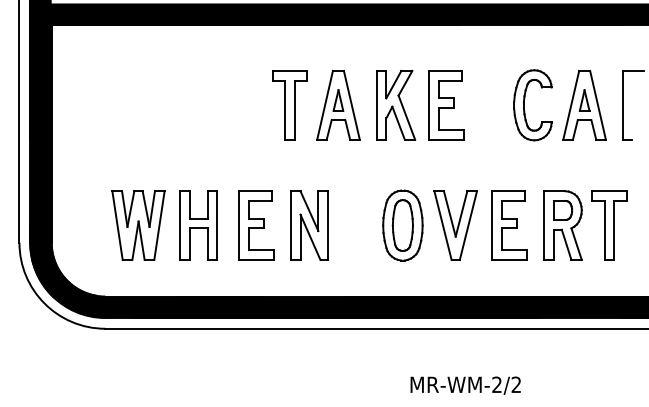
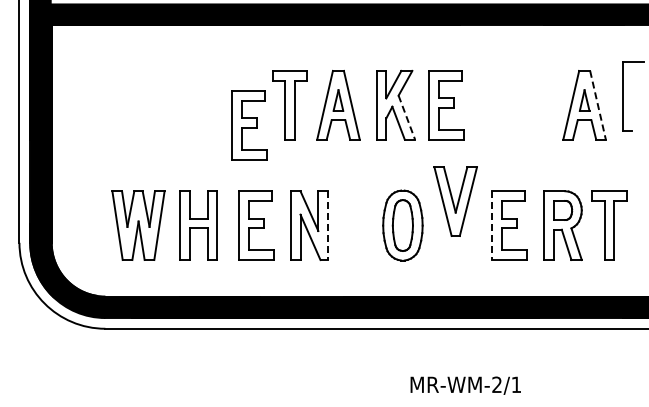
part at (524, 105): present -> none
line at (598, 105): solid -> dashed
part at (623, 105) position: (623, 105) -> (623, 96)
line at (406, 117): solid -> dashed
part at (249, 125): none -> present
part at (455, 225) position: (455, 225) -> (455, 201)
line at (328, 226): solid -> dashed
line at (492, 226): solid -> dashed
text at (515, 384): MR-WM-2/2 -> MR-WM-2/1
